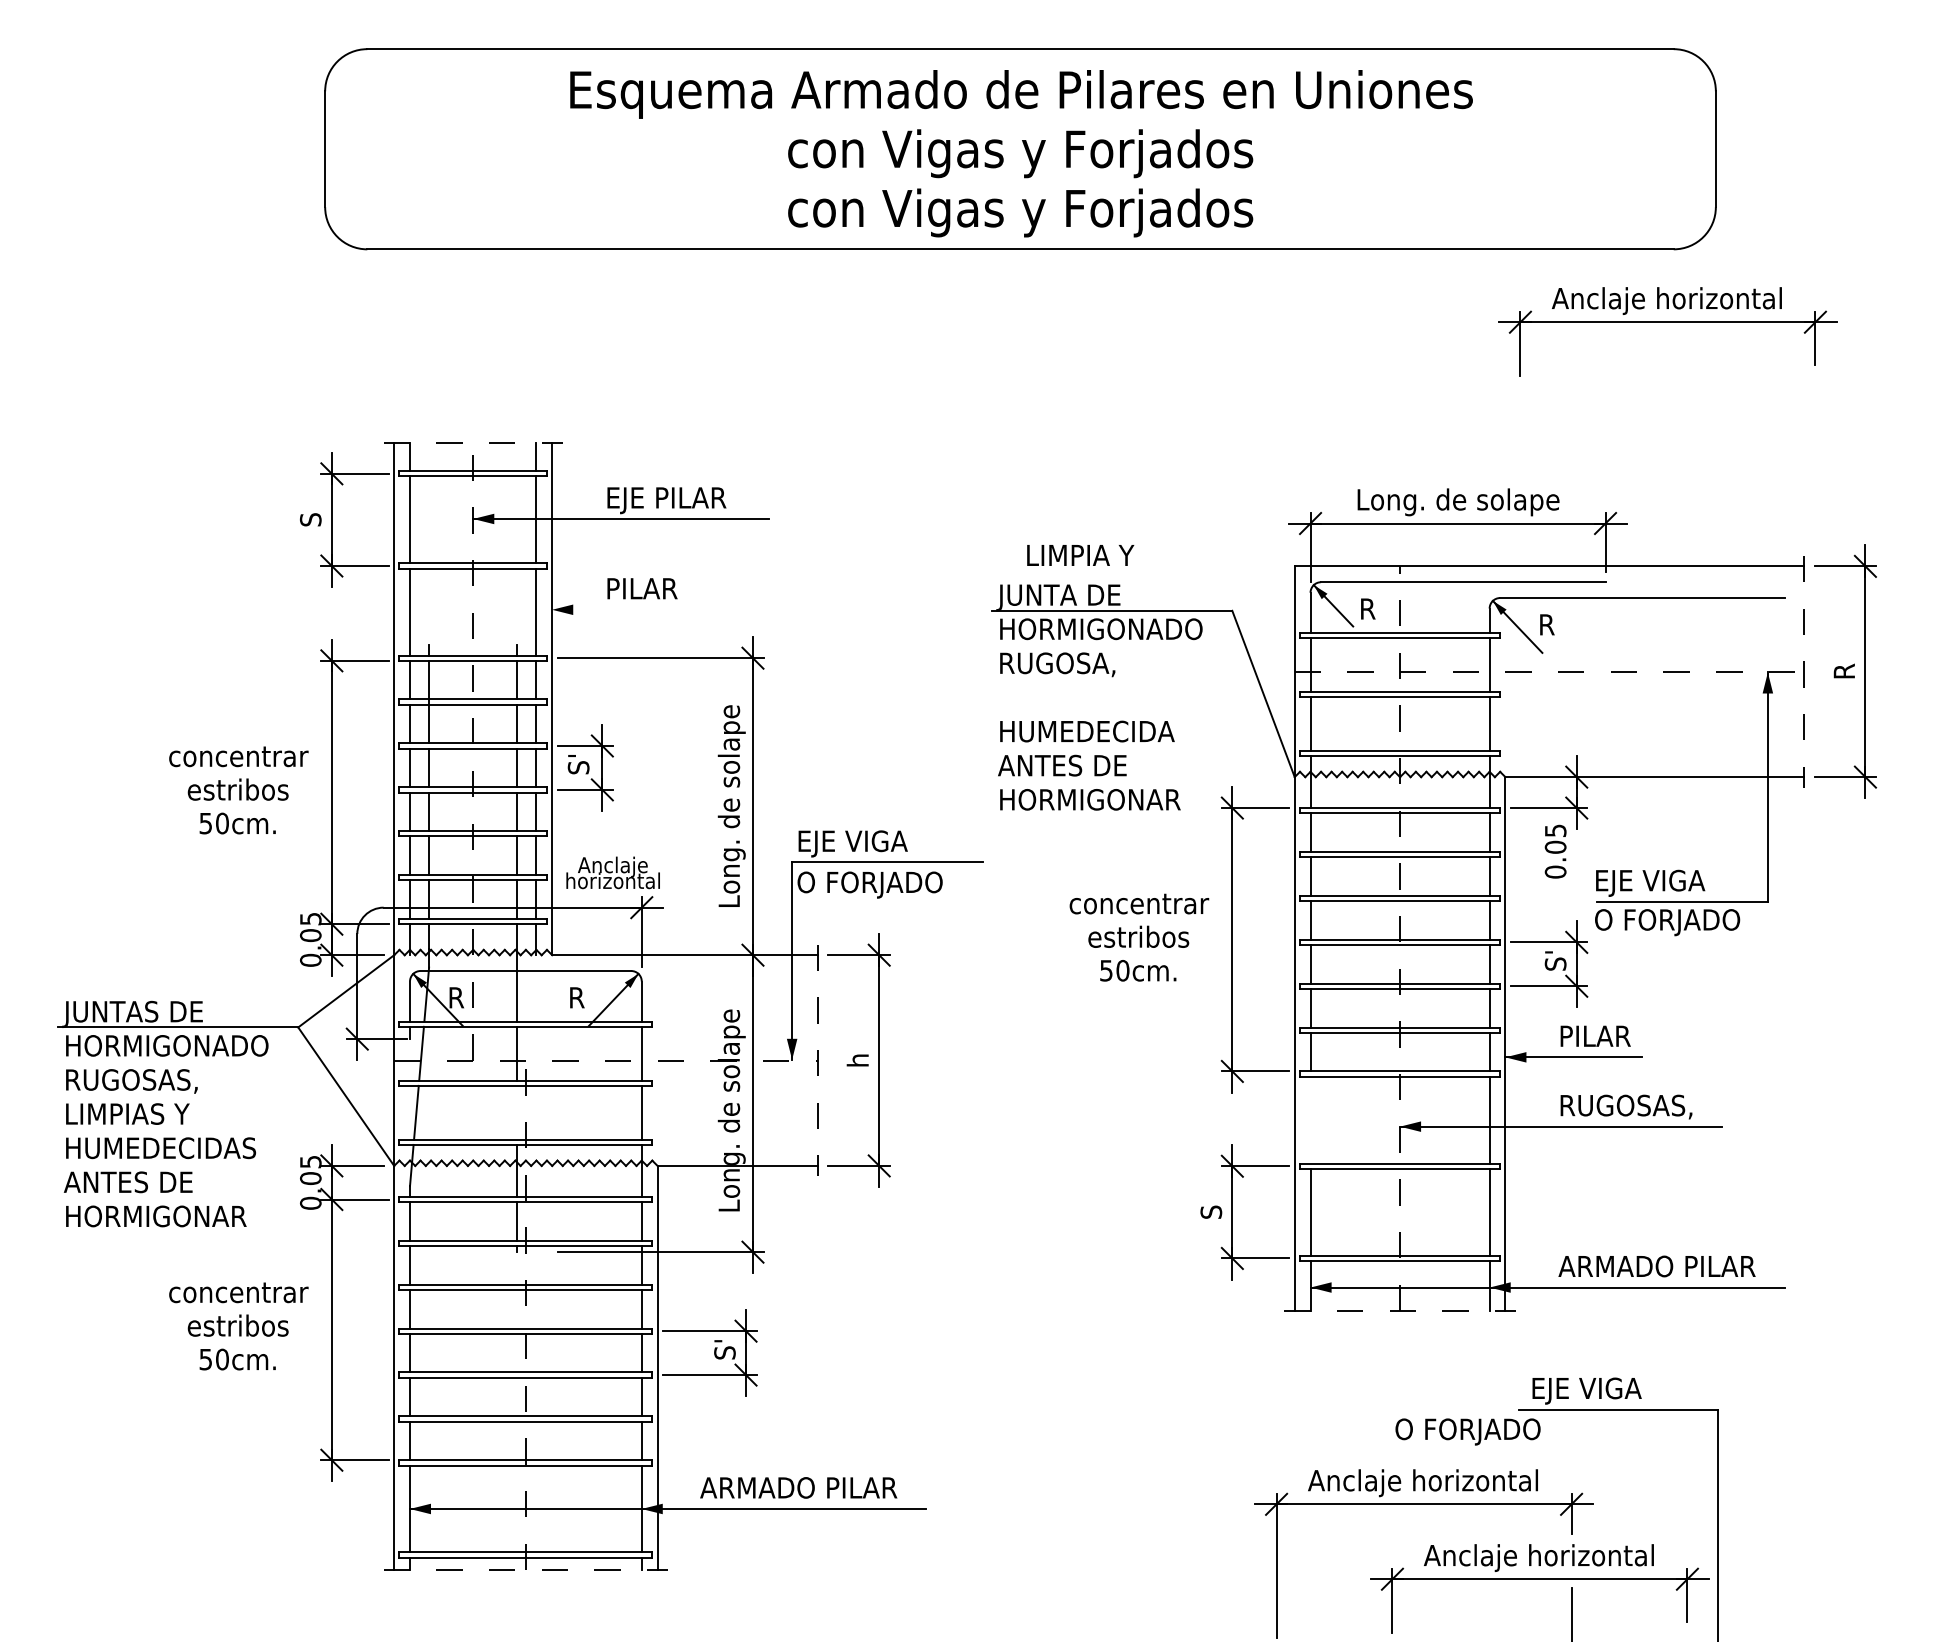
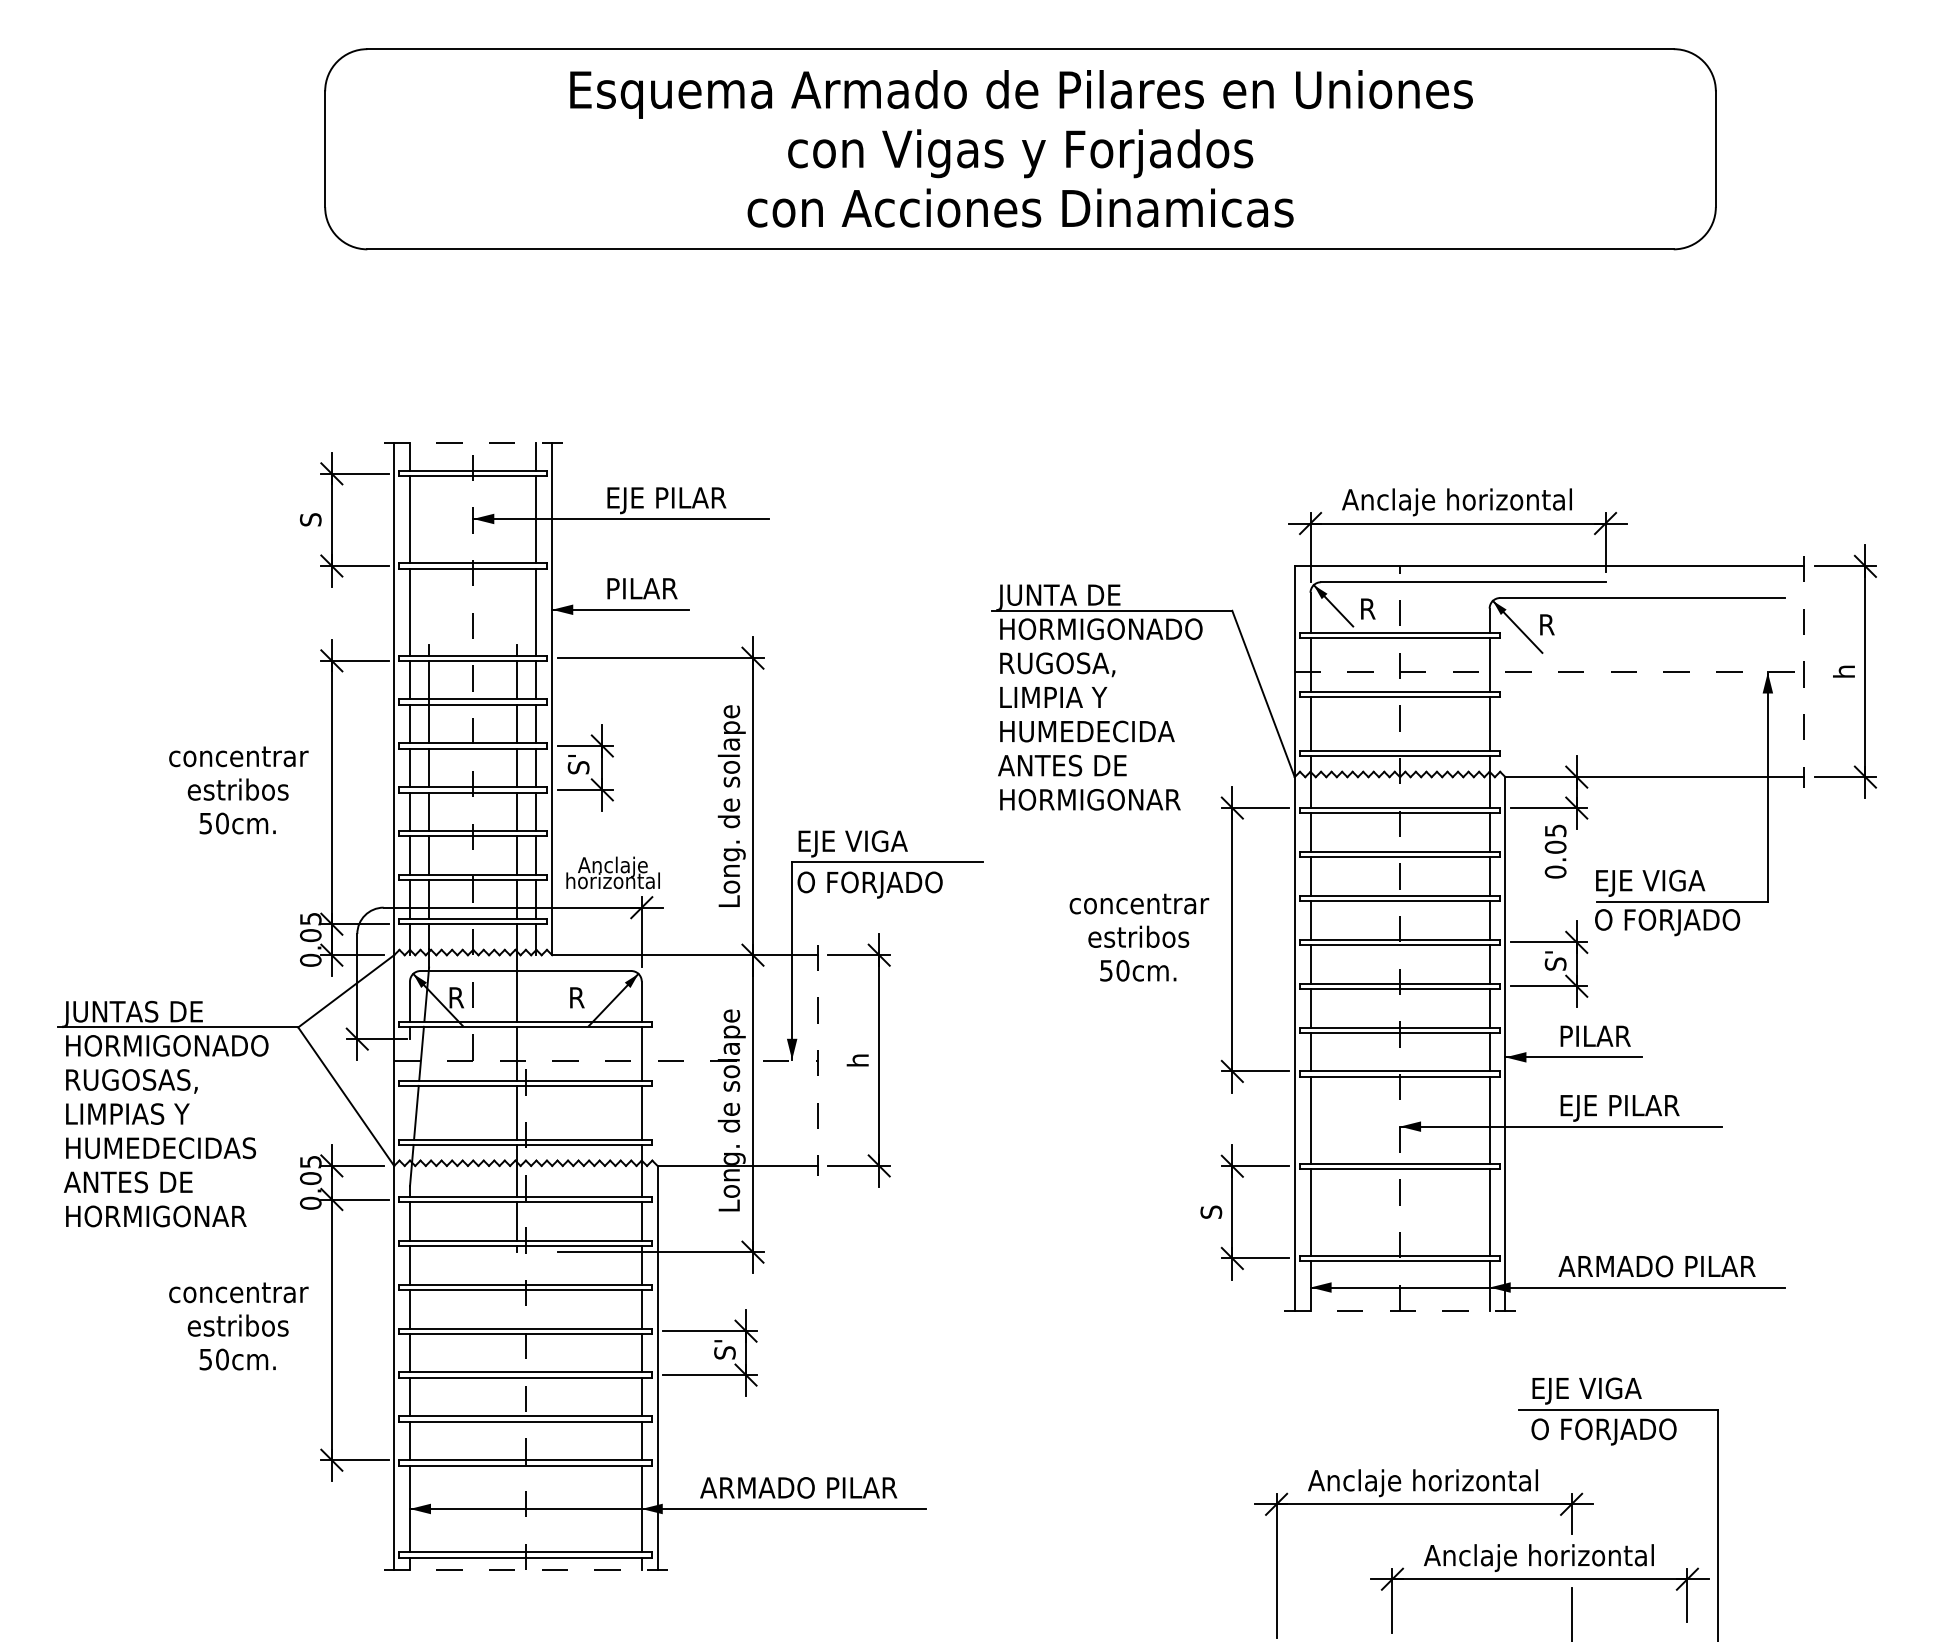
text at (1020, 212): con Vigas y Forjados -> con Acciones Dinamicas
part at (1667, 322): present -> none
text at (1456, 502): Long. de solape -> Anclaje horizontal
text at (1080, 555) position: (1080, 555) -> (1053, 697)
line at (620, 609): none -> present
text at (1843, 670): R -> h
text at (1627, 1107): RUGOSAS, -> EJE PILAR
line at (517, 1112): none -> present
line at (1310, 1119): none -> present
text at (1467, 1431) position: (1467, 1431) -> (1603, 1431)
